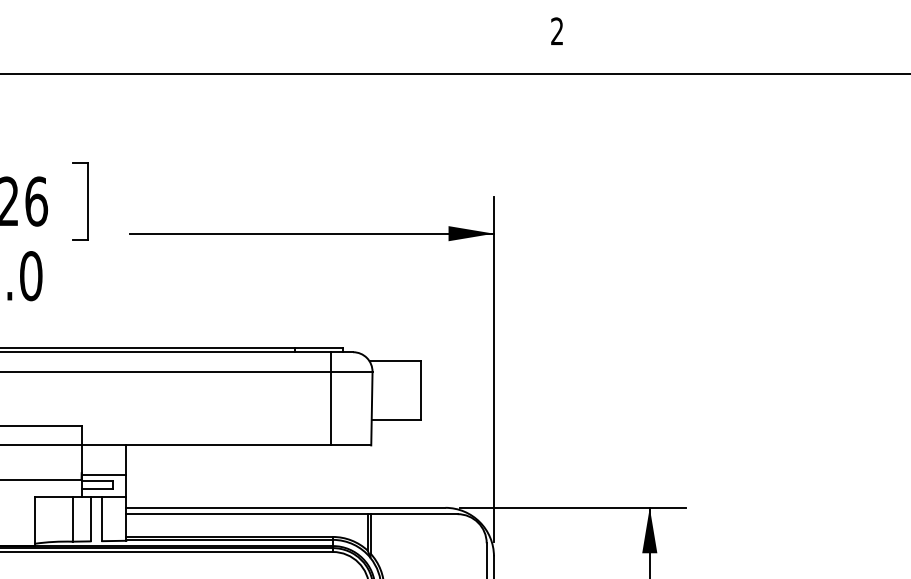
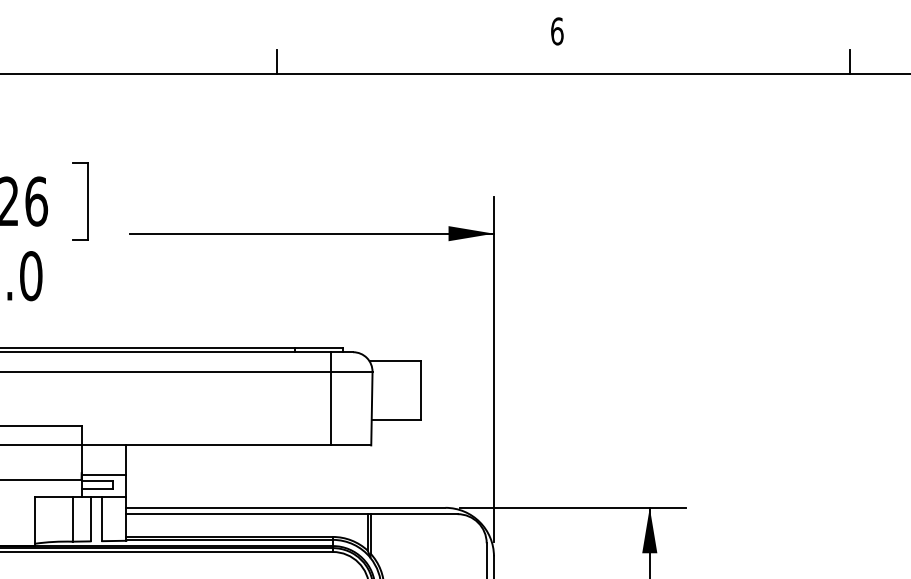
text at (557, 31): 2 -> 6
line at (276, 61): none -> present
line at (850, 61): none -> present
